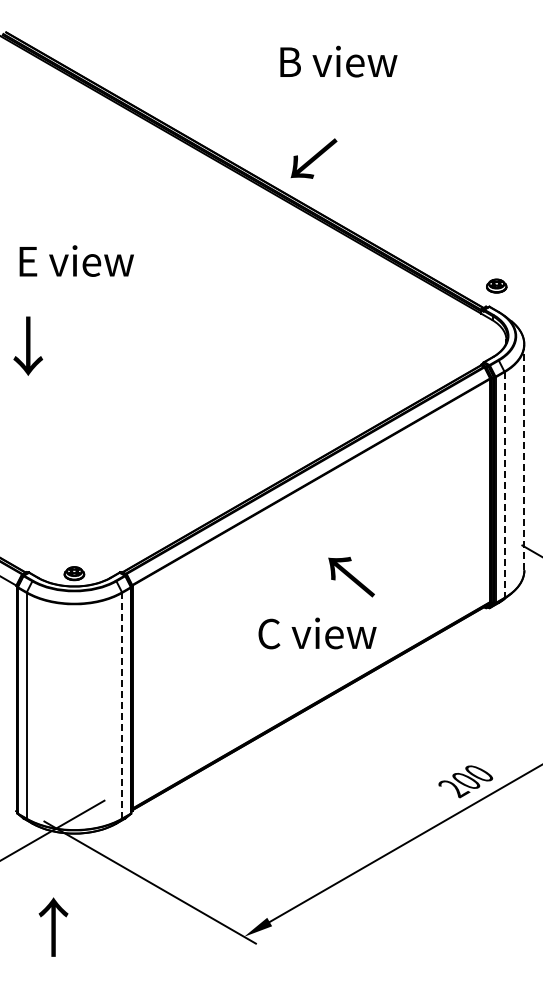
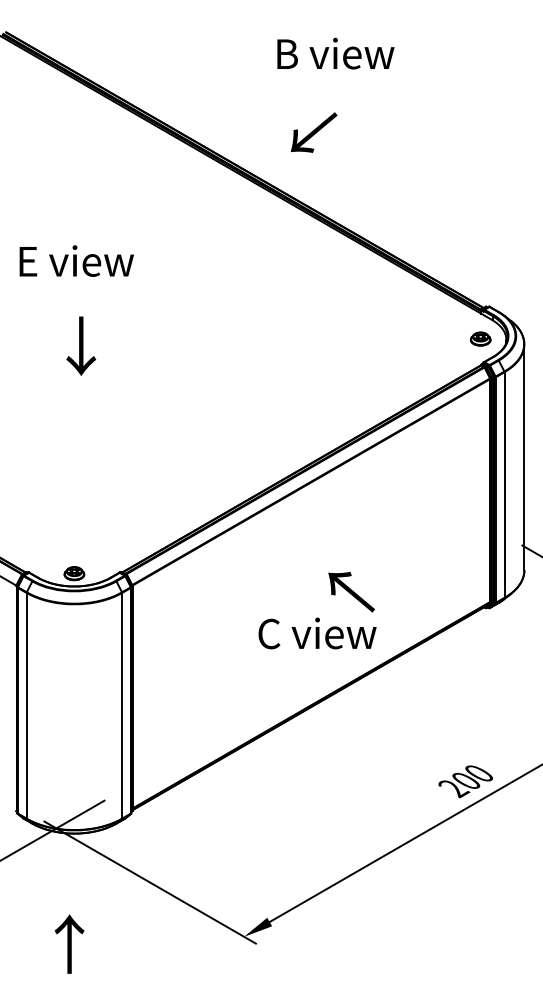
text at (338, 61) position: (338, 61) -> (335, 53)
text at (313, 158) position: (313, 158) -> (313, 132)
part at (496, 285) position: (496, 285) -> (480, 338)
text at (28, 345) position: (28, 345) -> (81, 345)
line at (524, 457): dashed -> solid
line at (504, 485): dashed -> solid
text at (351, 577) position: (351, 577) -> (351, 592)
line at (122, 705): dashed -> solid
text at (53, 926) position: (53, 926) -> (69, 943)
